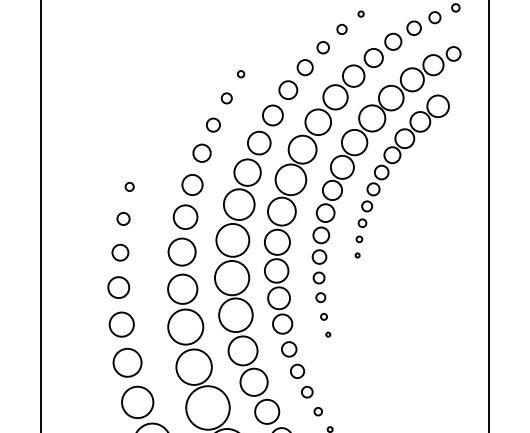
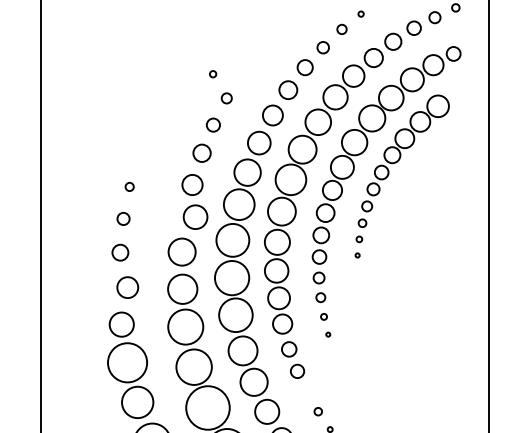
circle at (241, 74) position: (241, 74) -> (213, 74)
circle at (185, 216) position: (185, 216) -> (195, 216)
circle at (118, 287) position: (118, 287) -> (127, 287)
circle at (127, 362) diameter: 28 px -> 39 px
circle at (307, 391): present -> none
